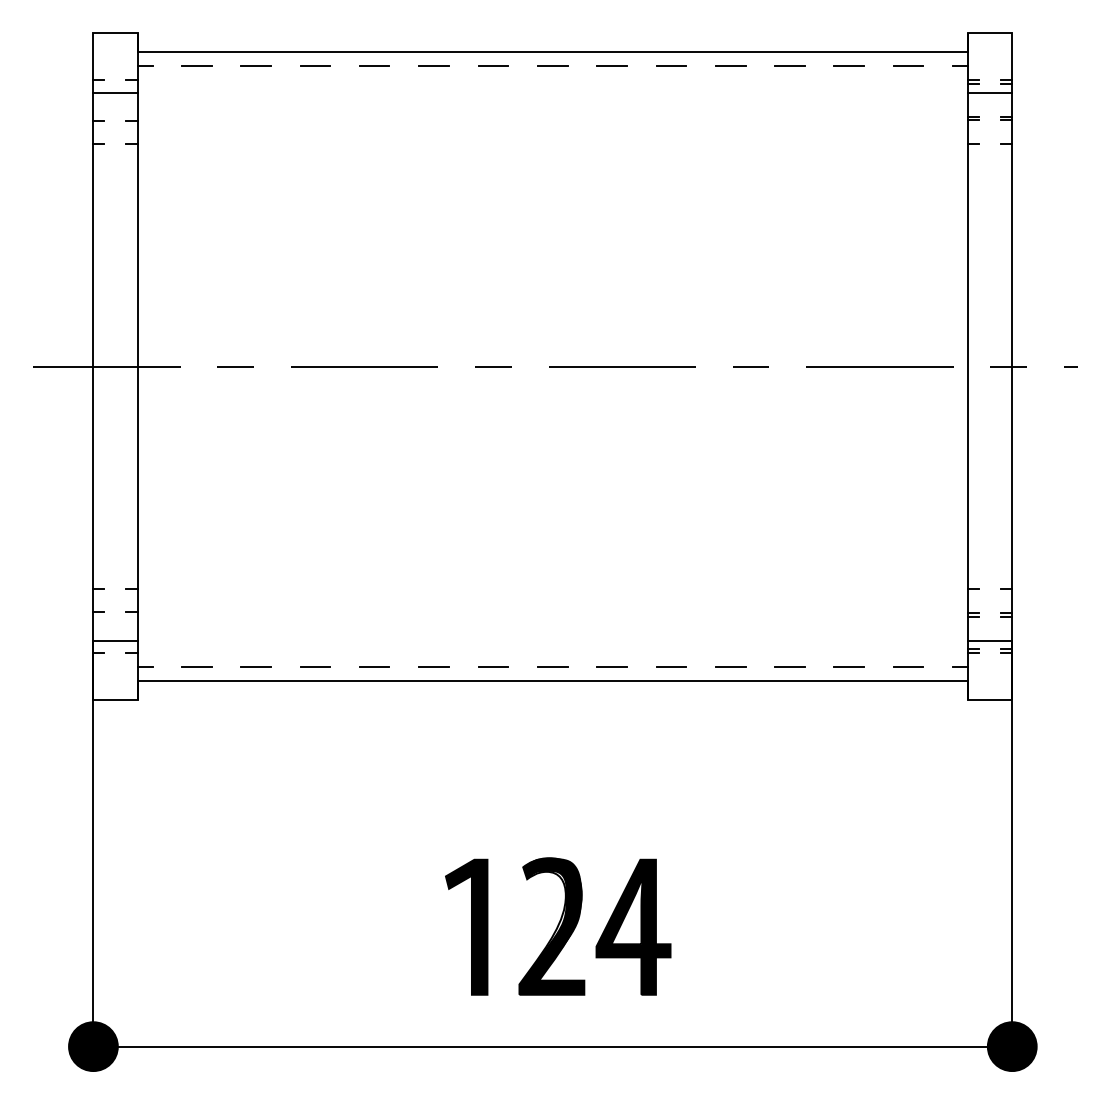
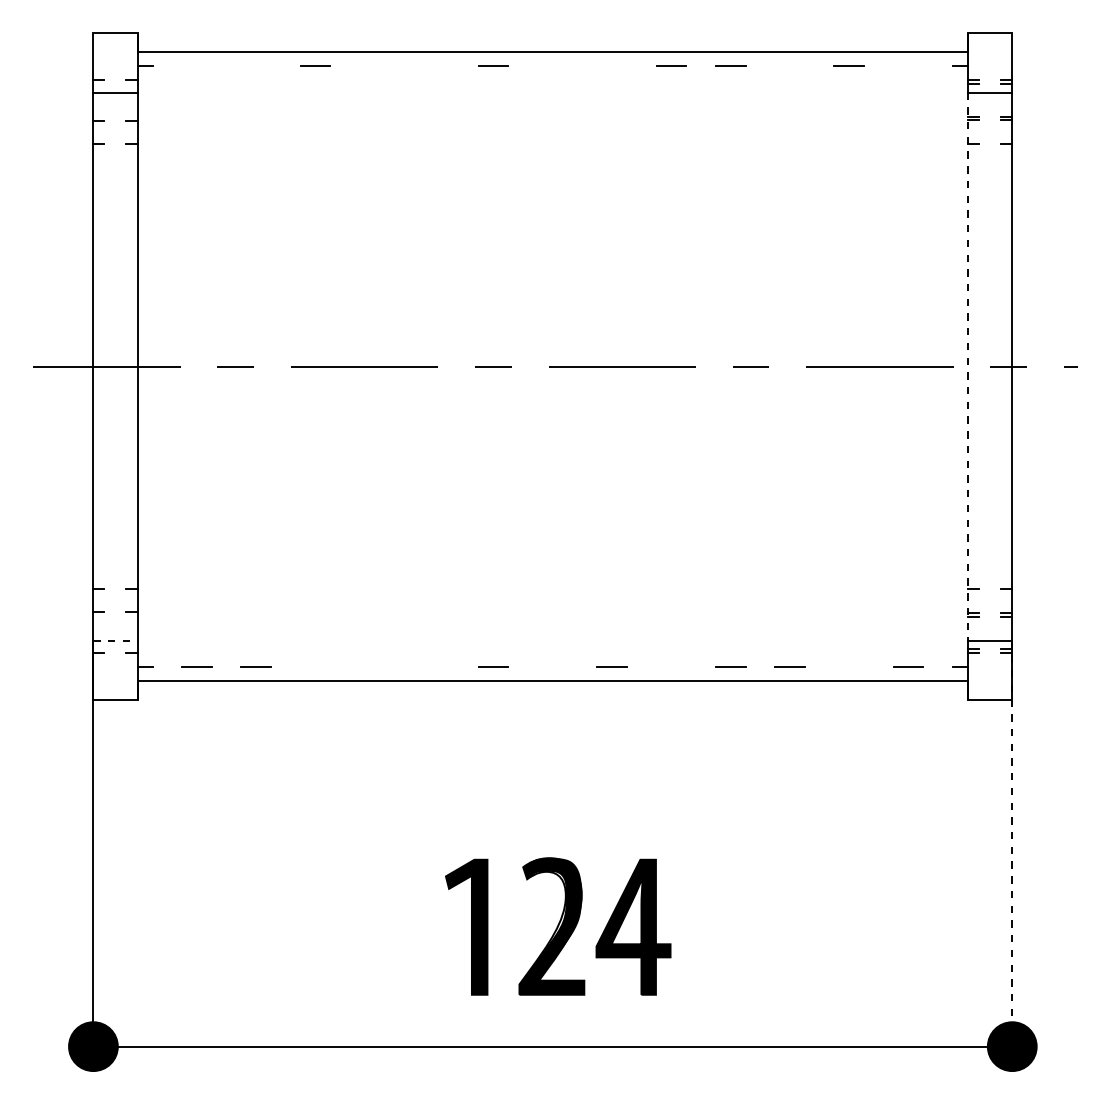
line at (196, 65): present -> none
line at (374, 65): present -> none
line at (256, 66): present -> none
line at (434, 66): present -> none
line at (552, 66): present -> none
line at (611, 66): present -> none
line at (789, 66): present -> none
line at (908, 66): present -> none
line at (967, 367): solid -> dashed
line at (116, 640): solid -> dashed
line at (315, 666): present -> none
line at (374, 666): present -> none
line at (434, 666): present -> none
line at (552, 666): present -> none
line at (670, 666): present -> none
line at (849, 666): present -> none
line at (1012, 844): solid -> dashed
